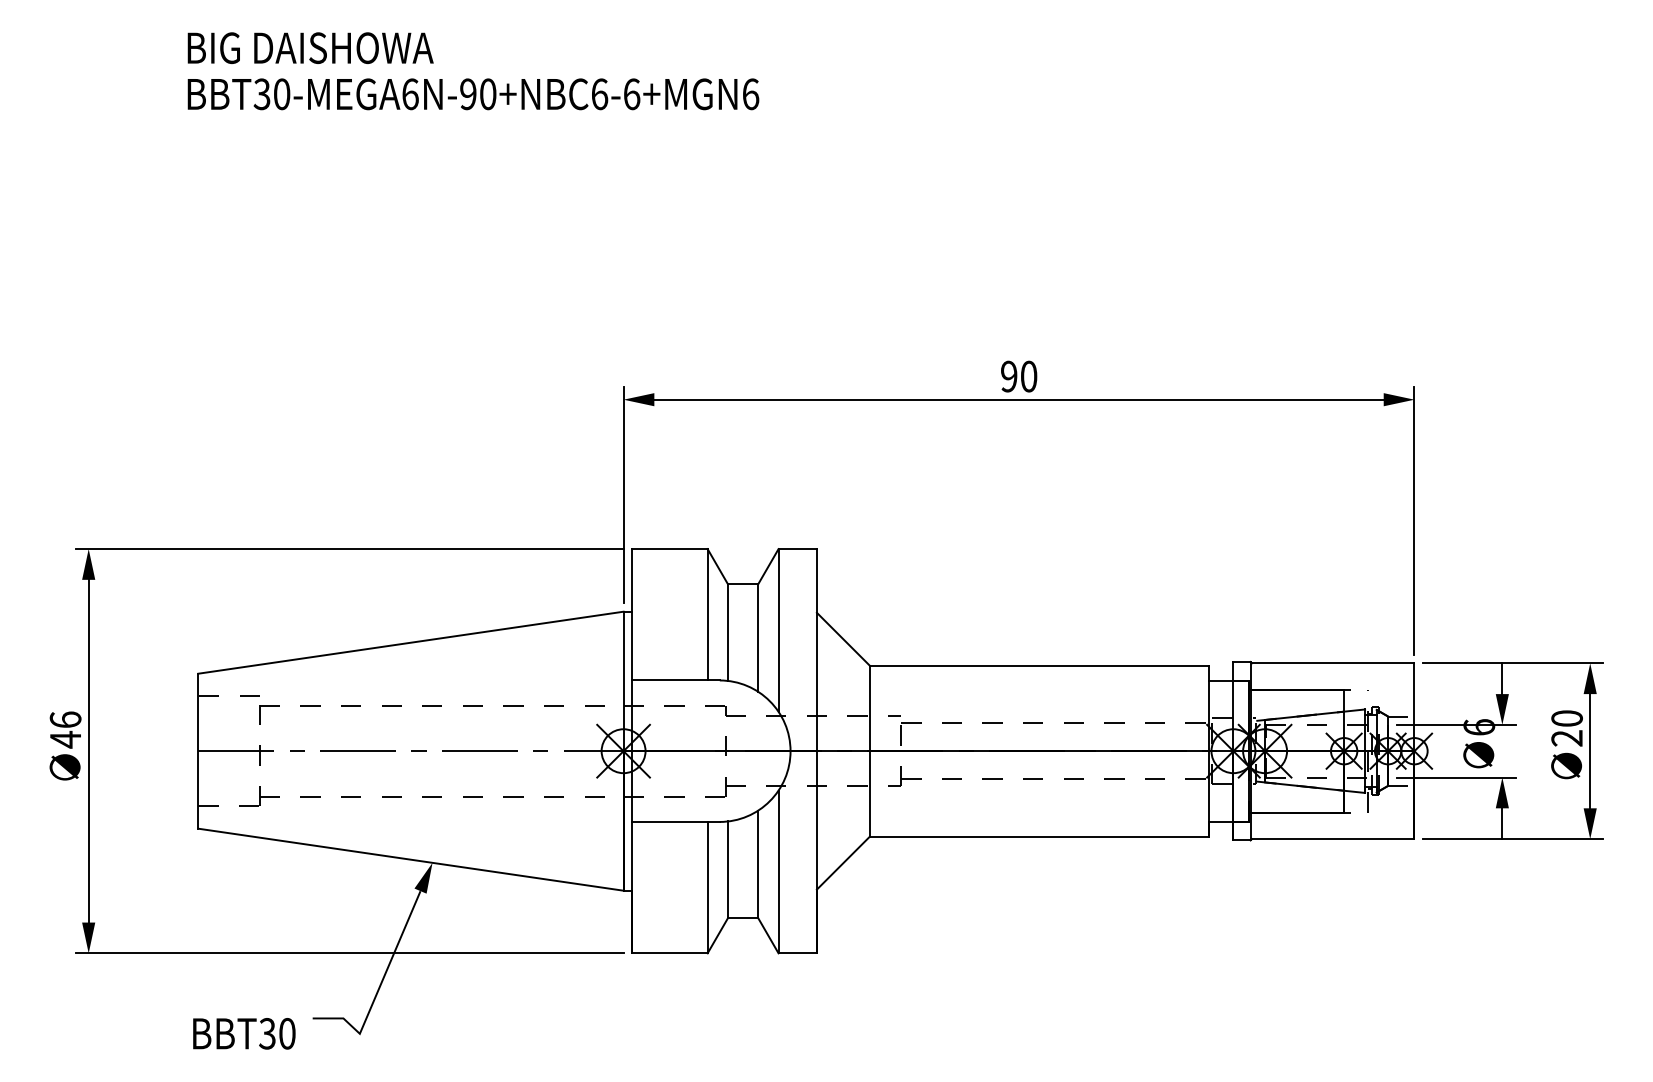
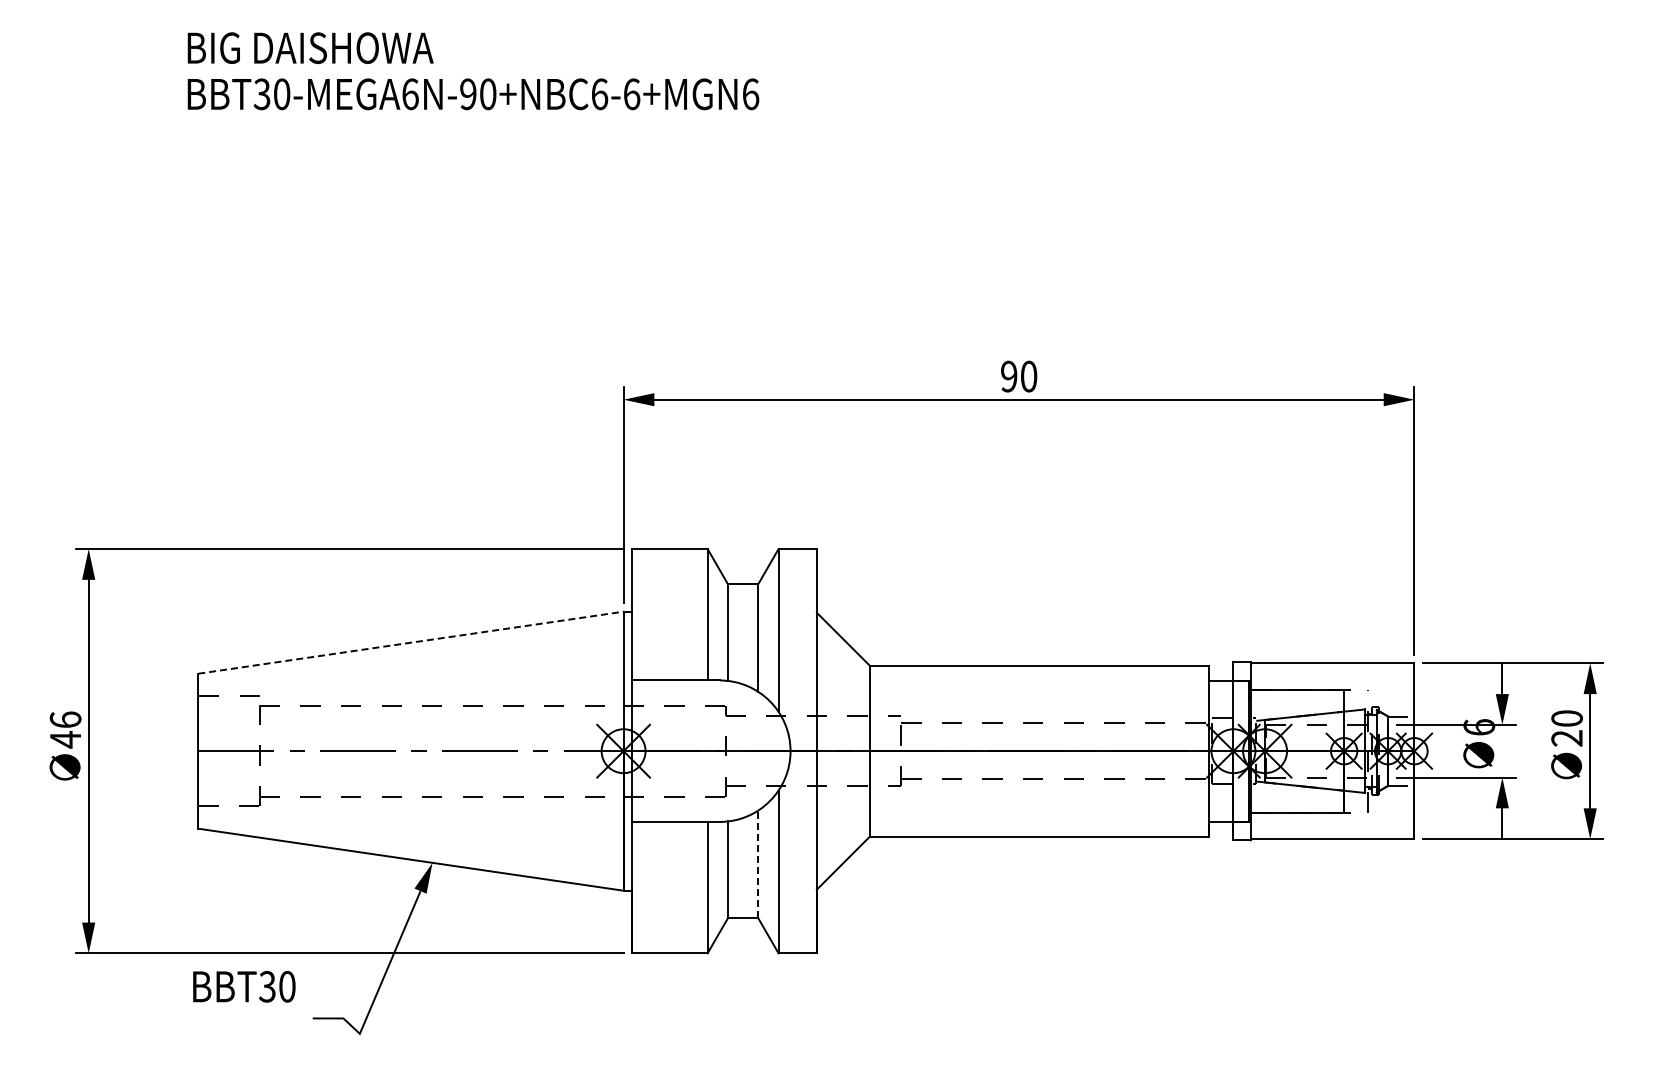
line at (410, 642): solid -> dashed
line at (758, 864): solid -> dashed
text at (244, 1033) position: (244, 1033) -> (244, 986)
